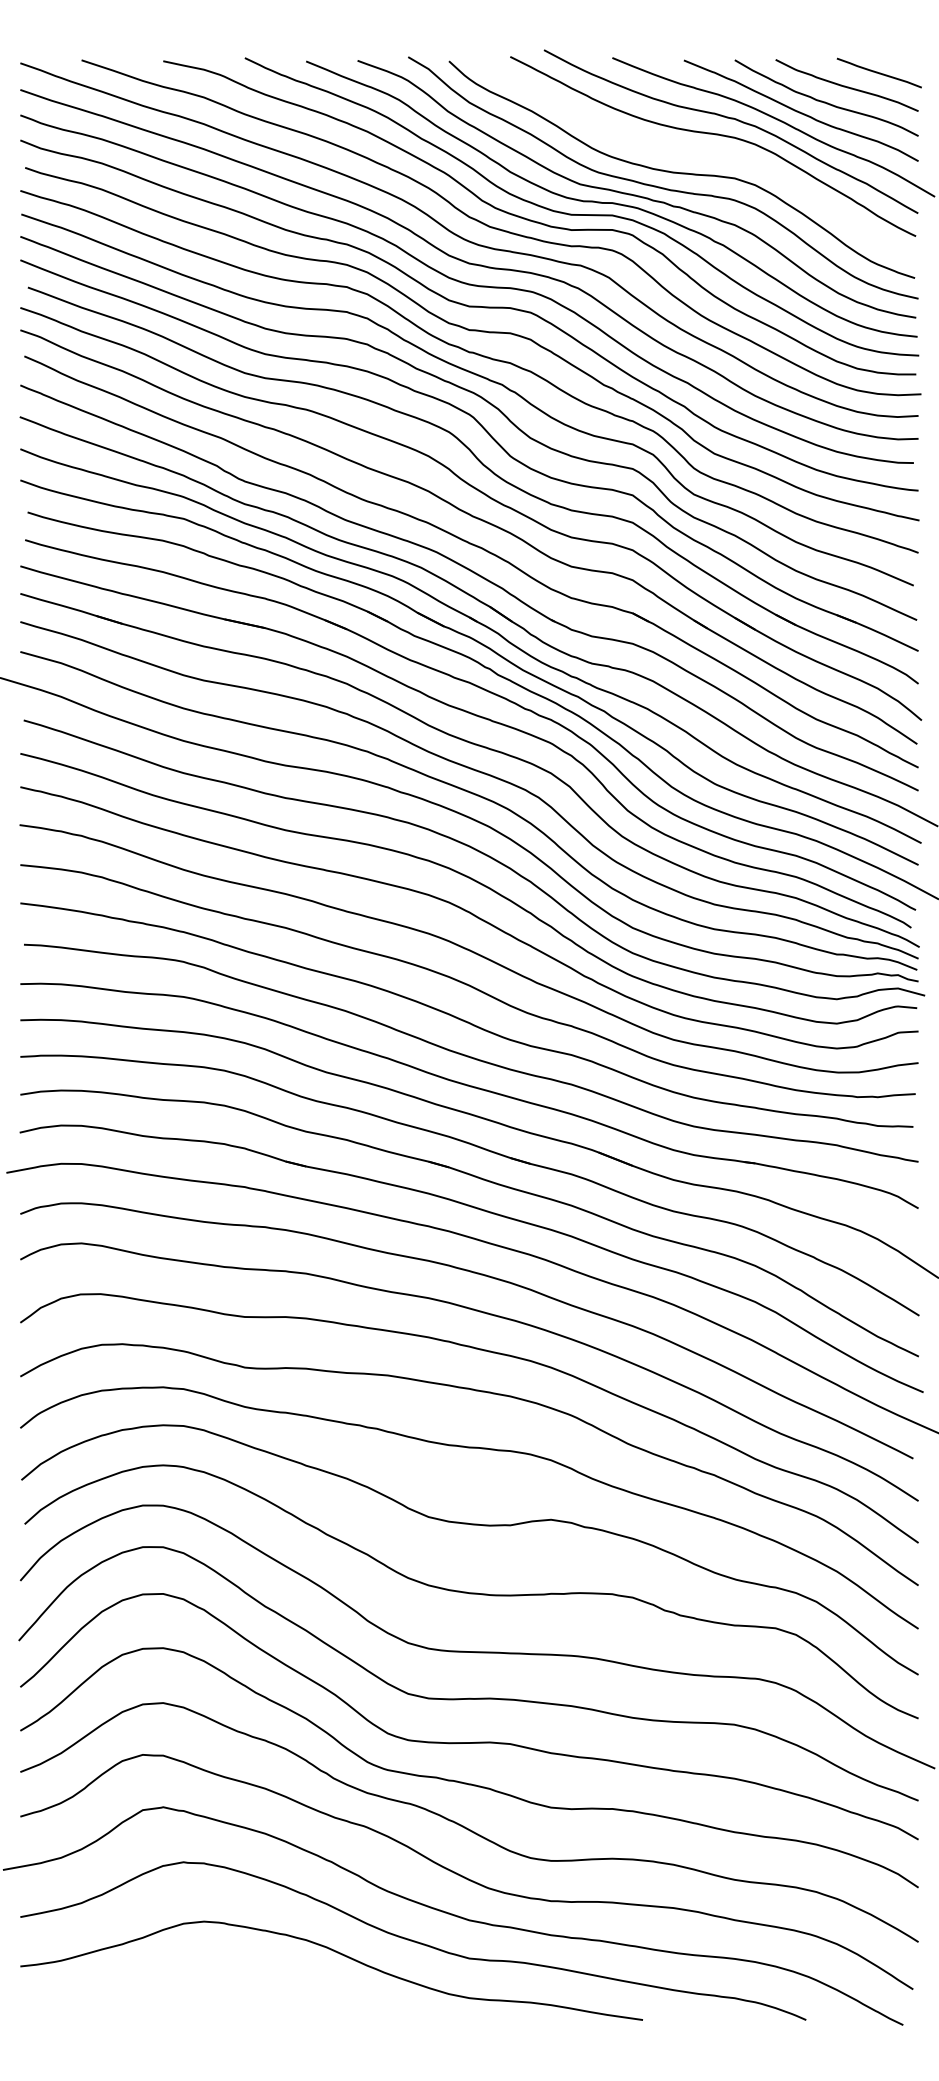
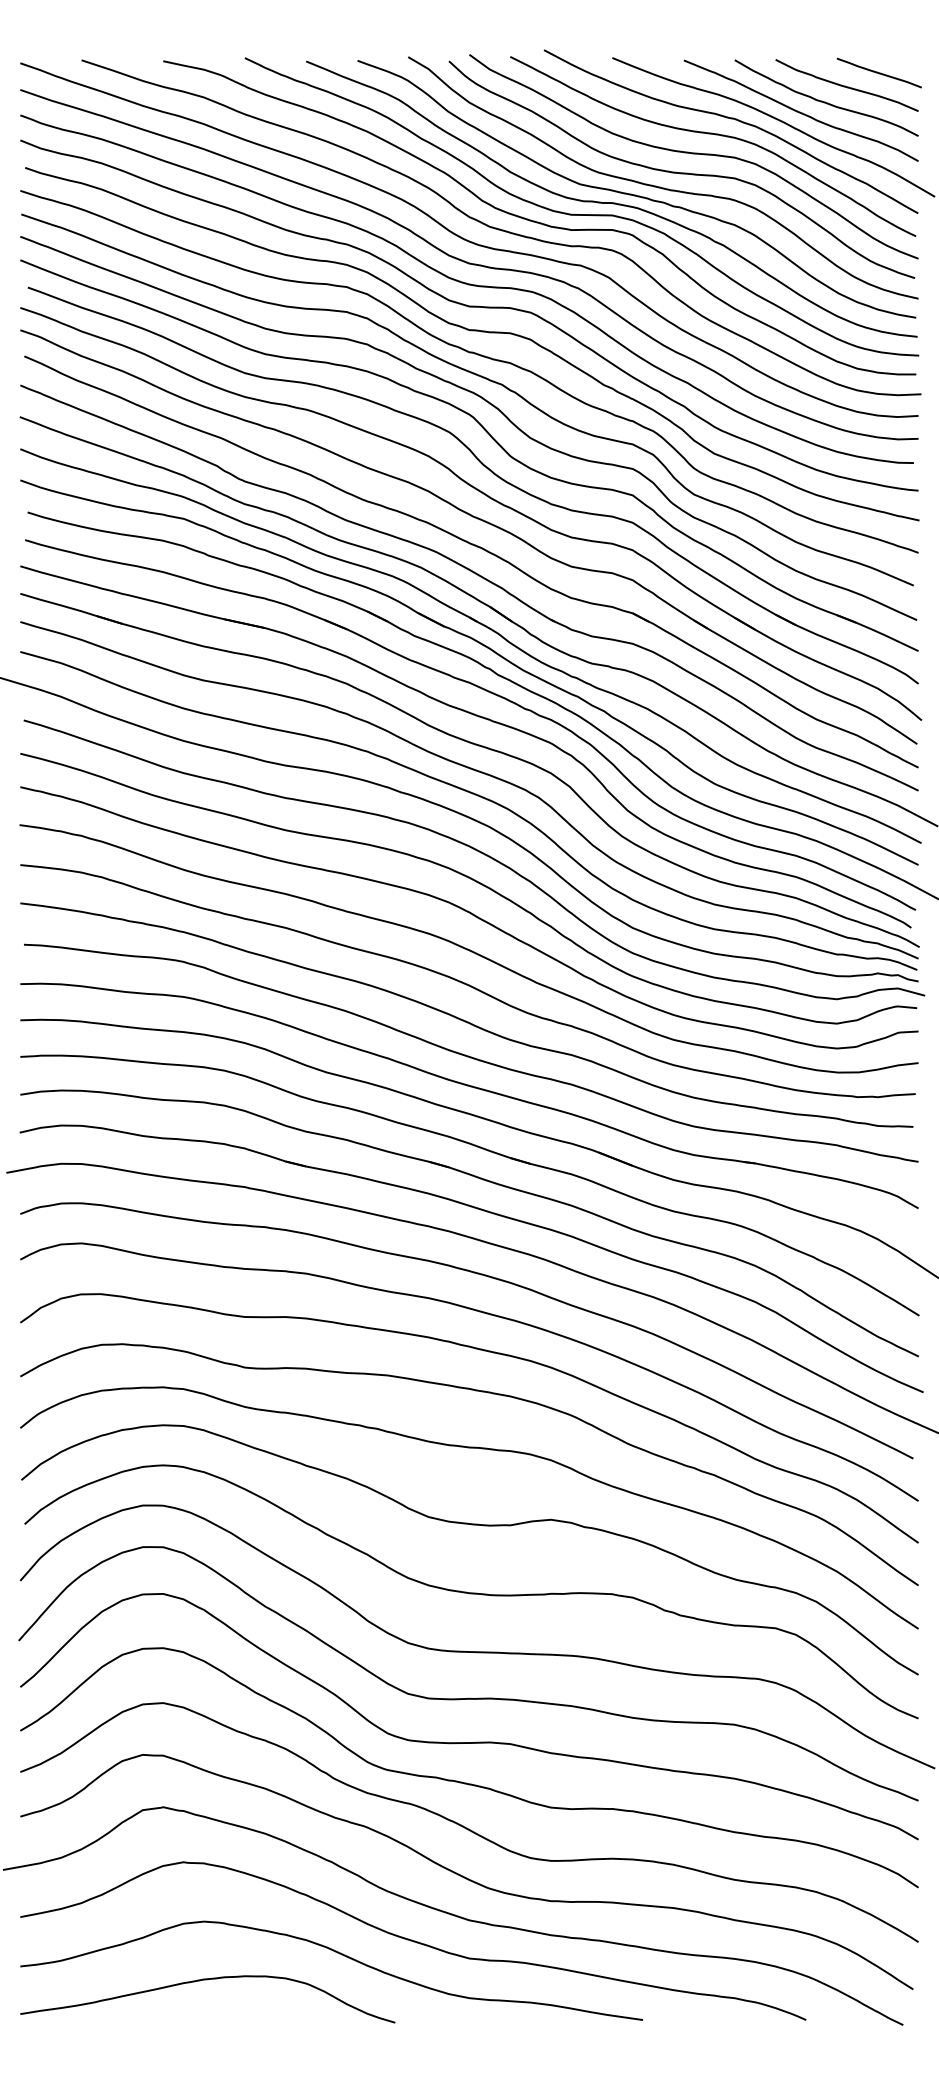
curve at (693, 154): none -> present
curve at (207, 1980): none -> present
